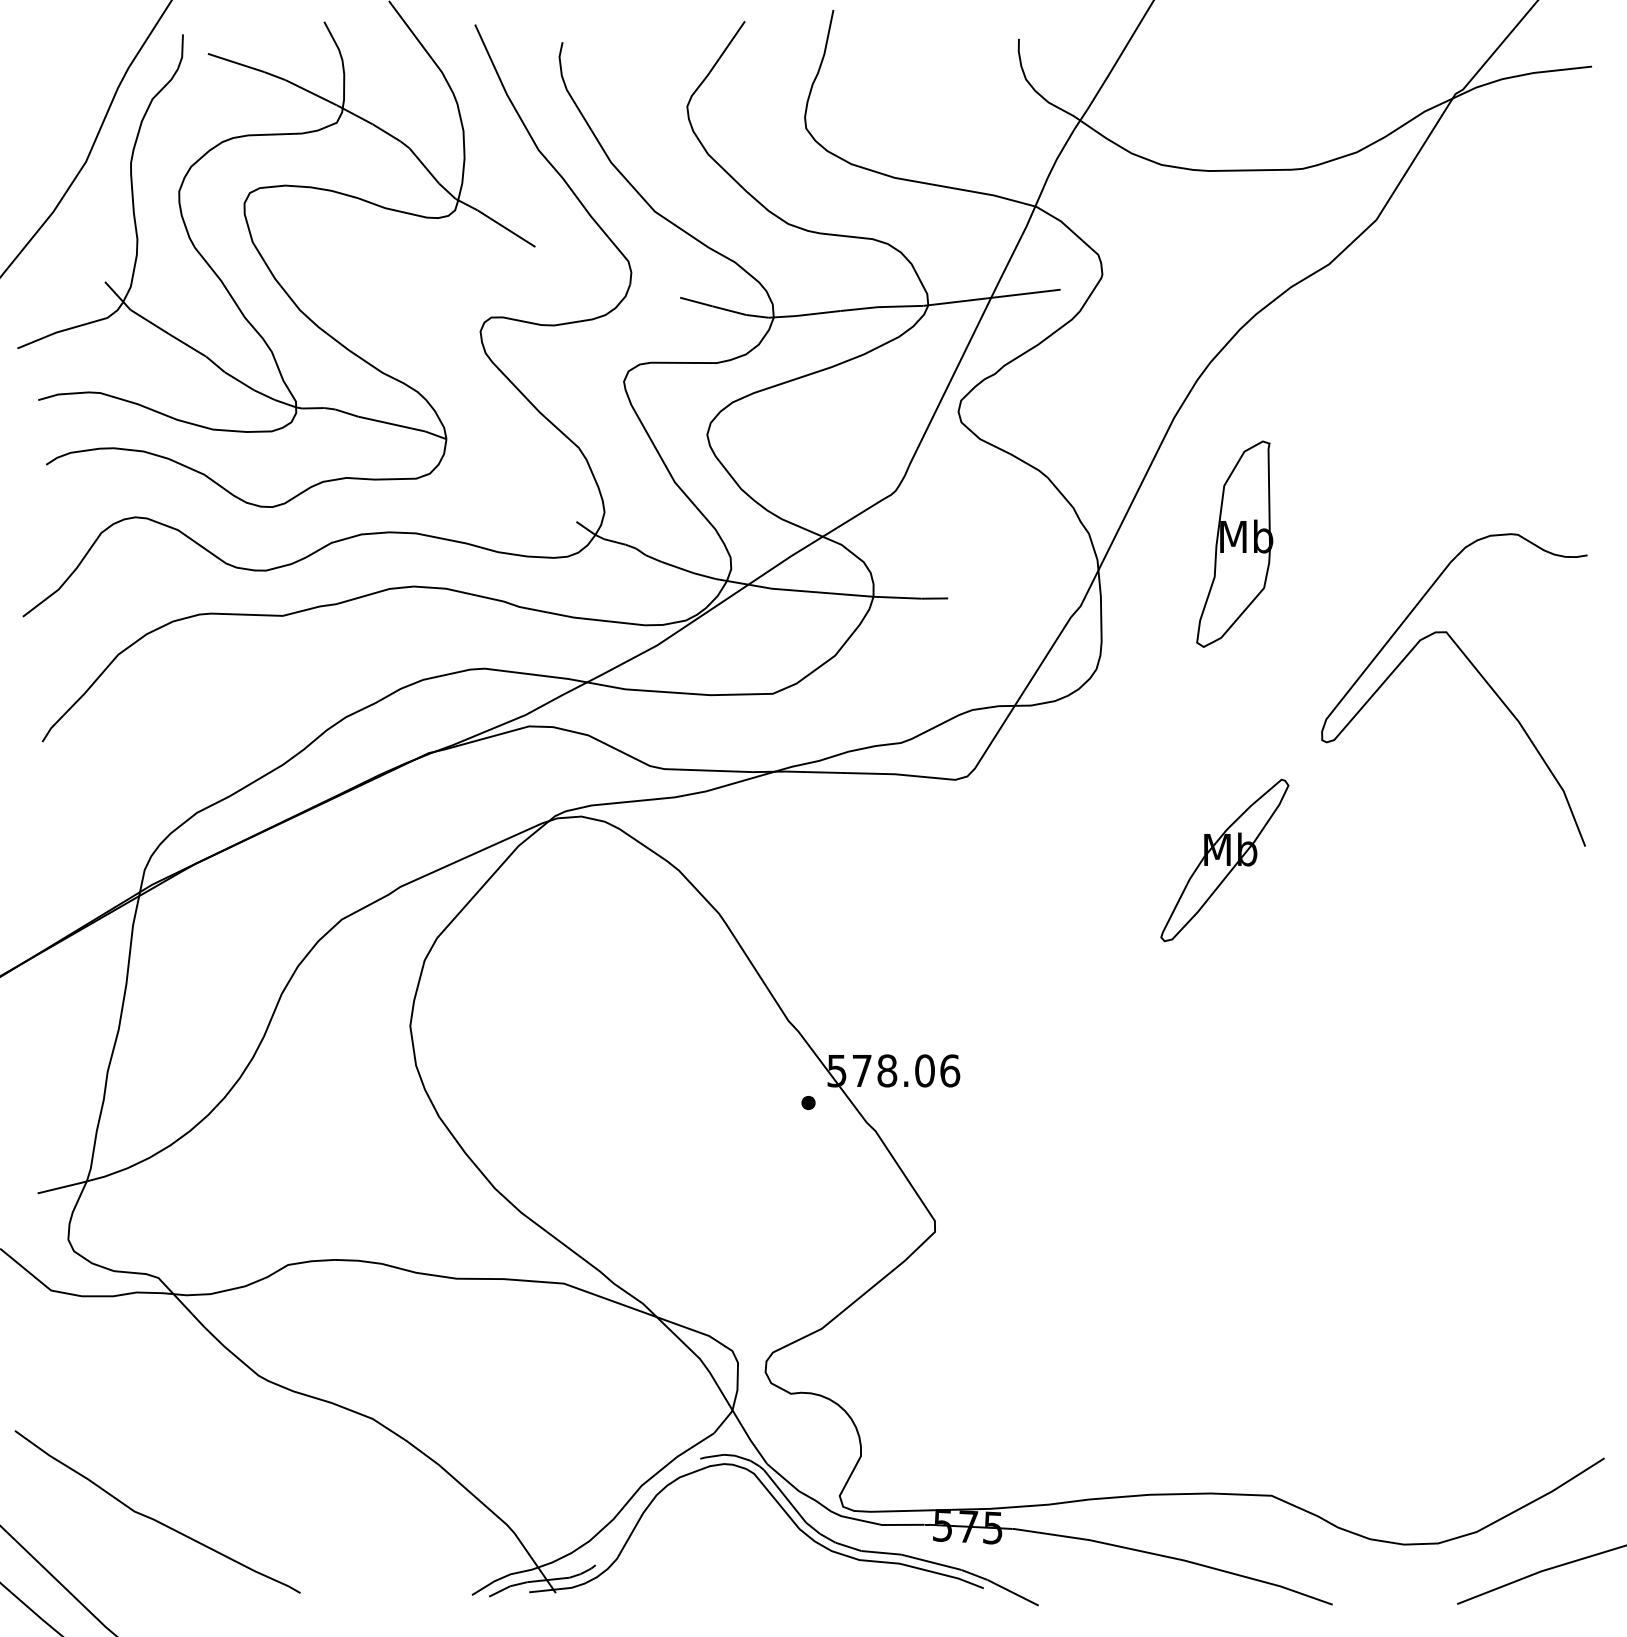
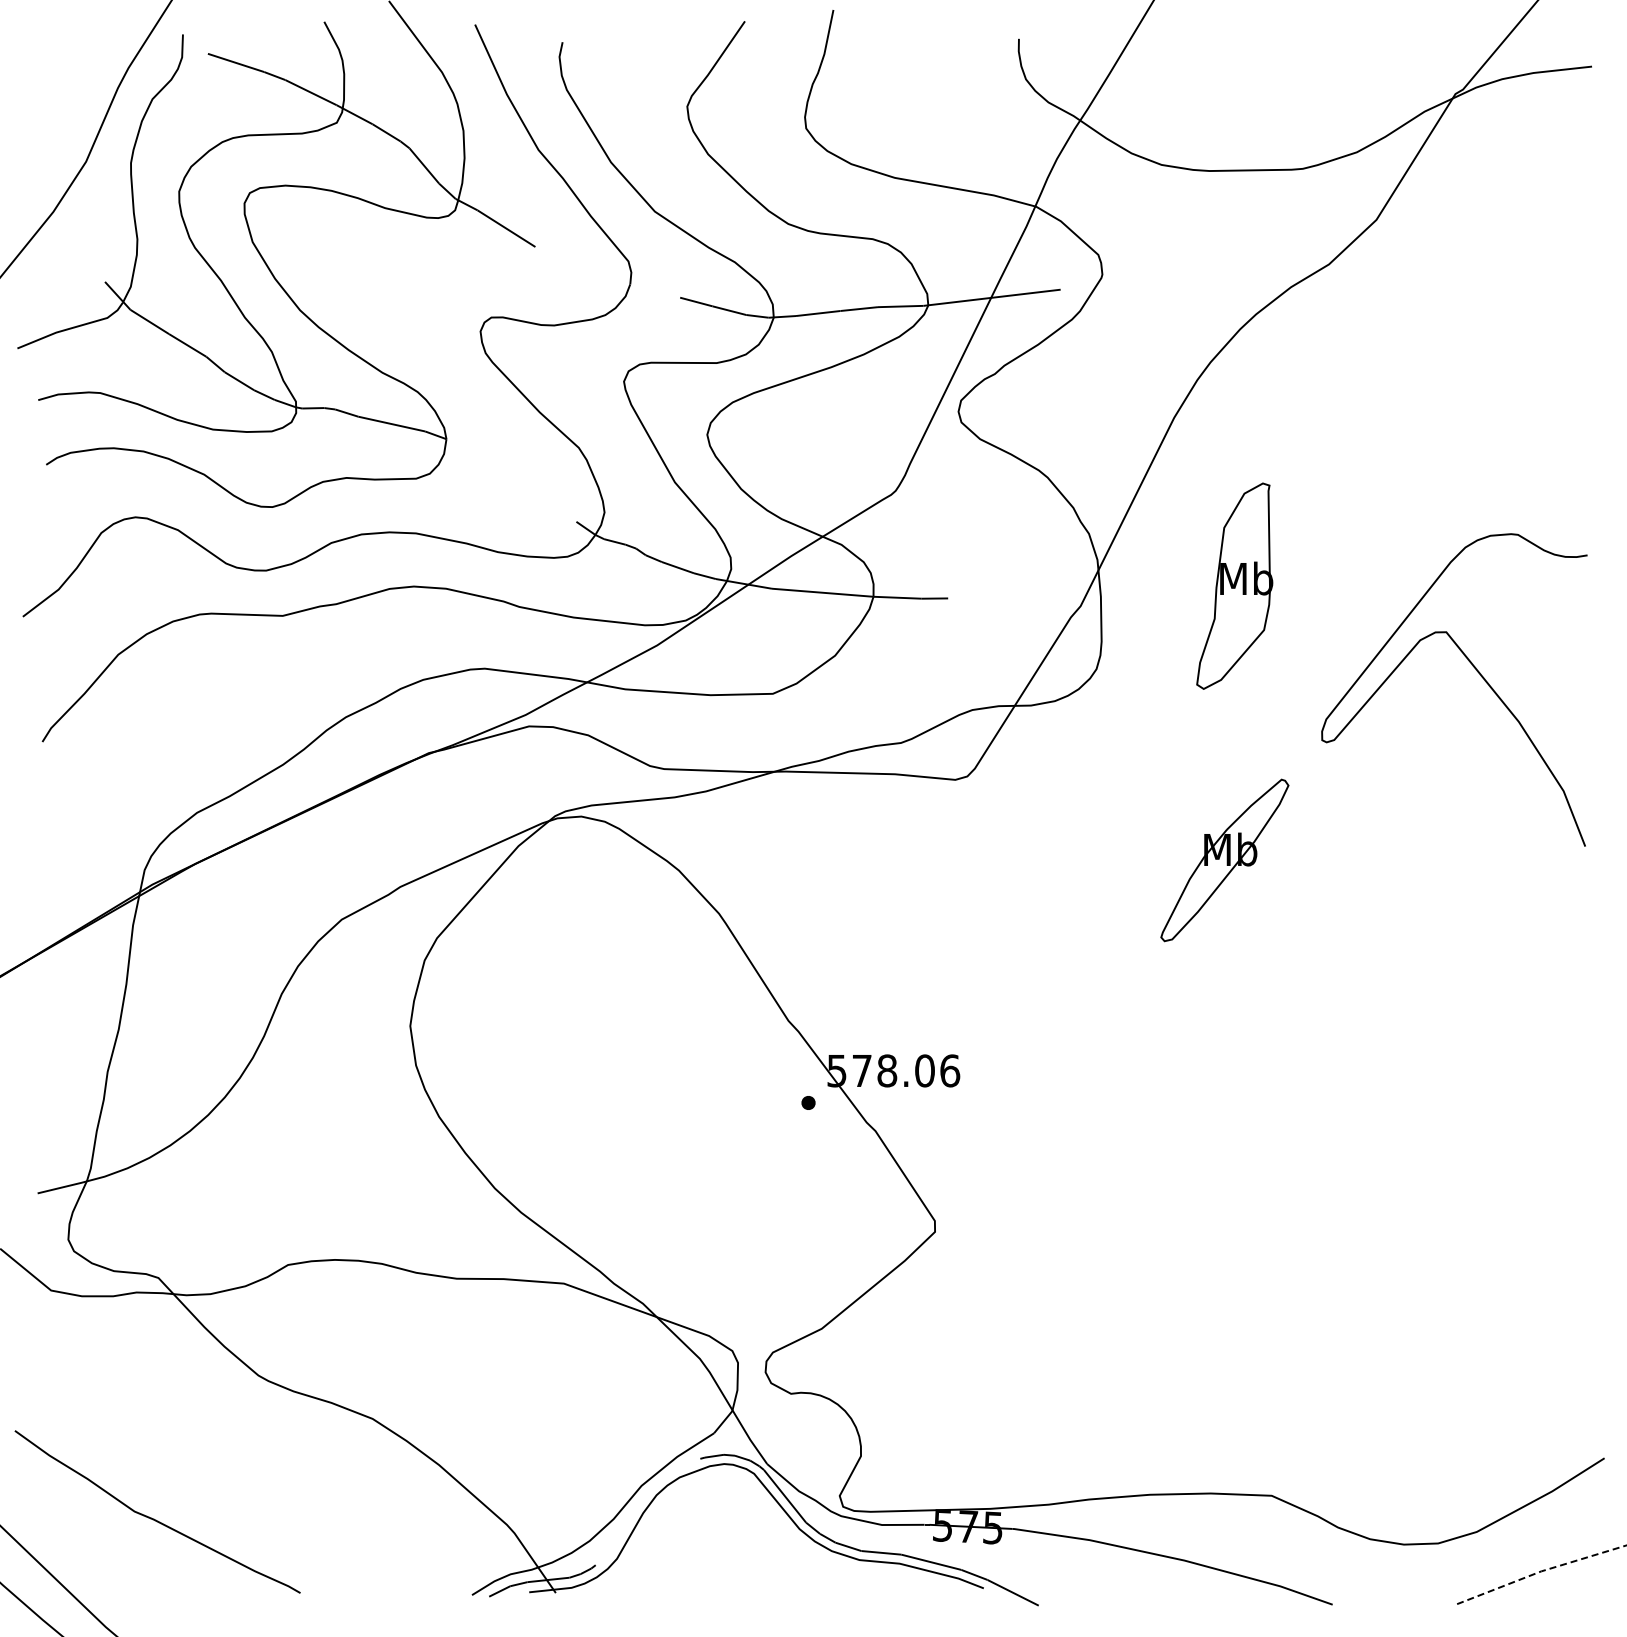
part at (1234, 543) position: (1234, 543) -> (1234, 585)
line at (1541, 1571): solid -> dashed
